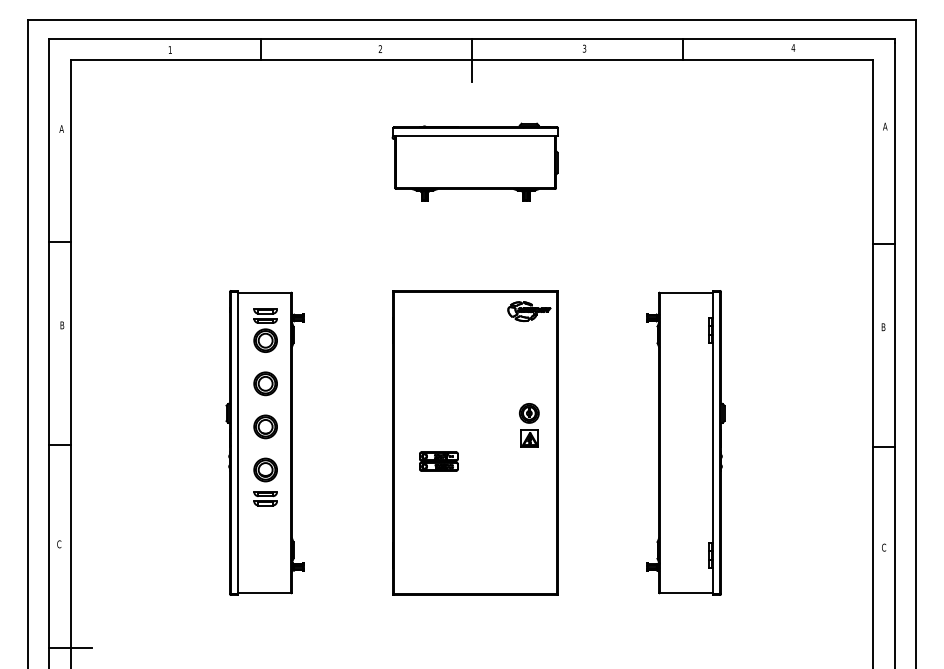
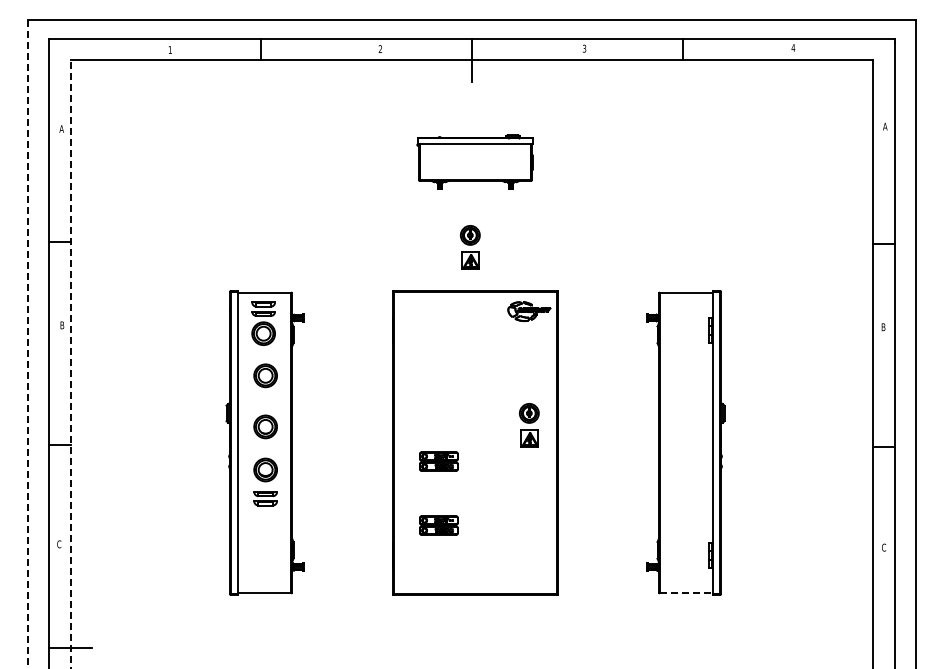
part at (474, 161) size: 168x80 px -> 118x56 px
part at (470, 247): none -> present
part at (265, 330) position: (265, 330) -> (263, 323)
line at (28, 344): solid -> dashed
line at (70, 364): solid -> dashed
part at (265, 383) position: (265, 383) -> (265, 375)
part at (438, 525): none -> present
line at (686, 593): solid -> dashed
